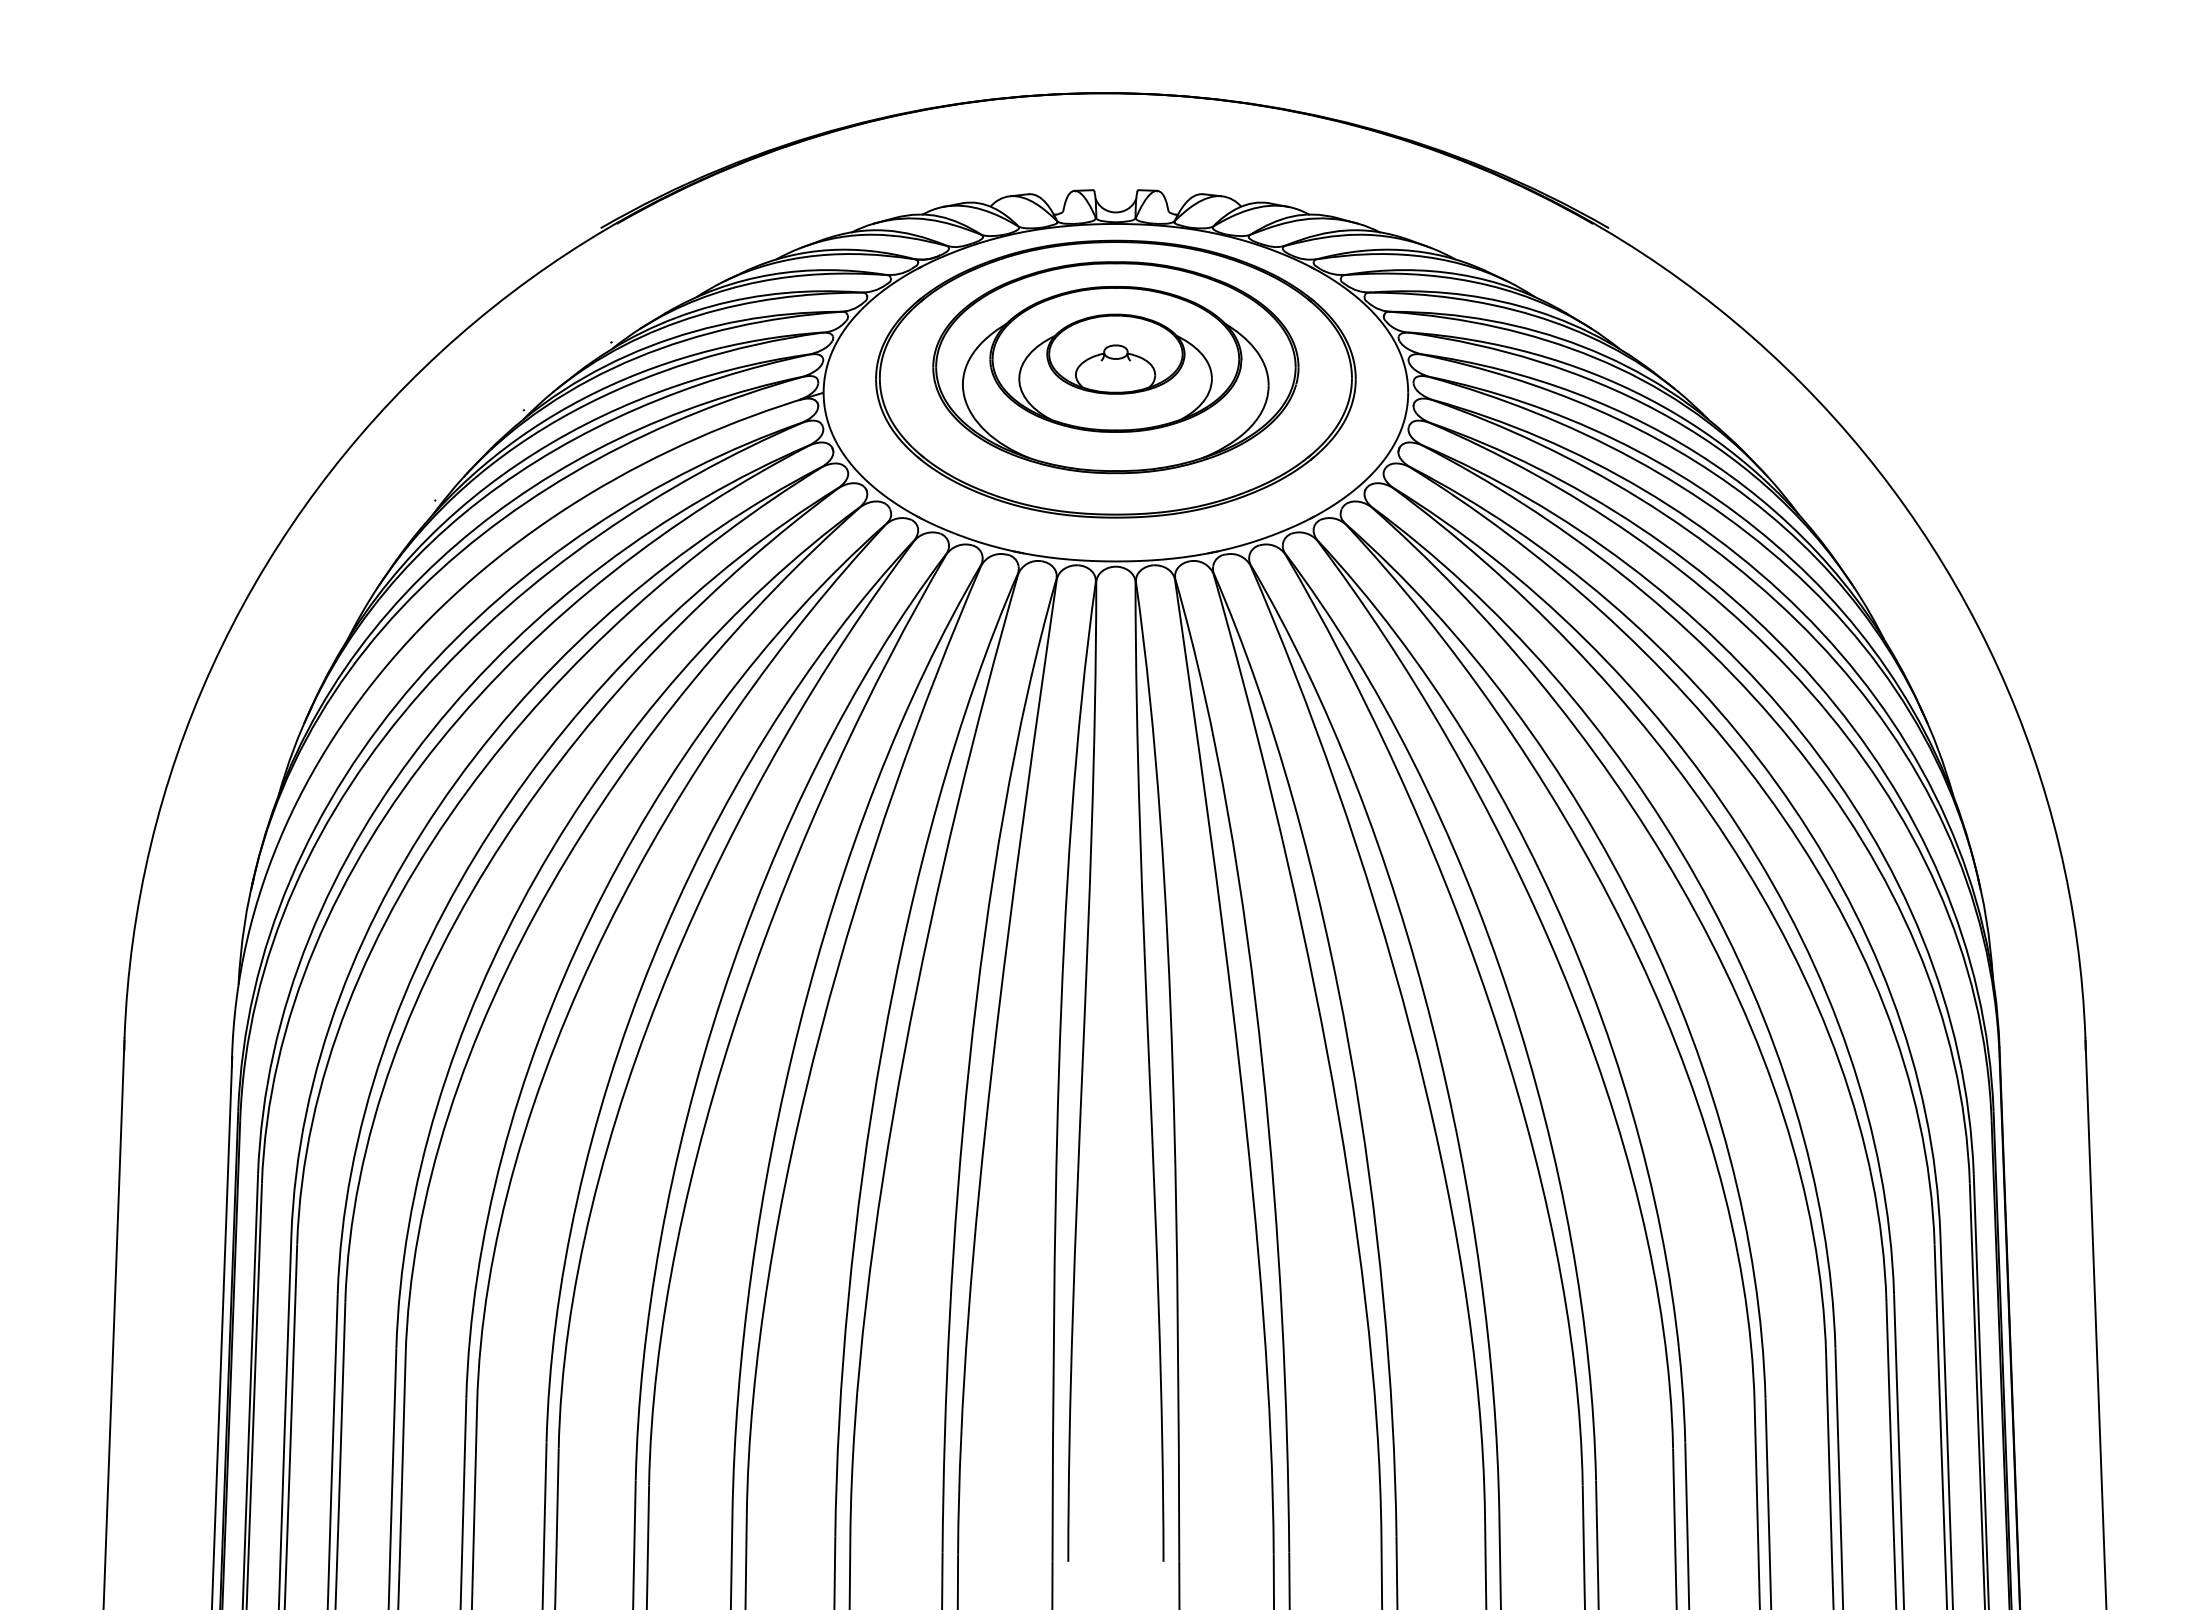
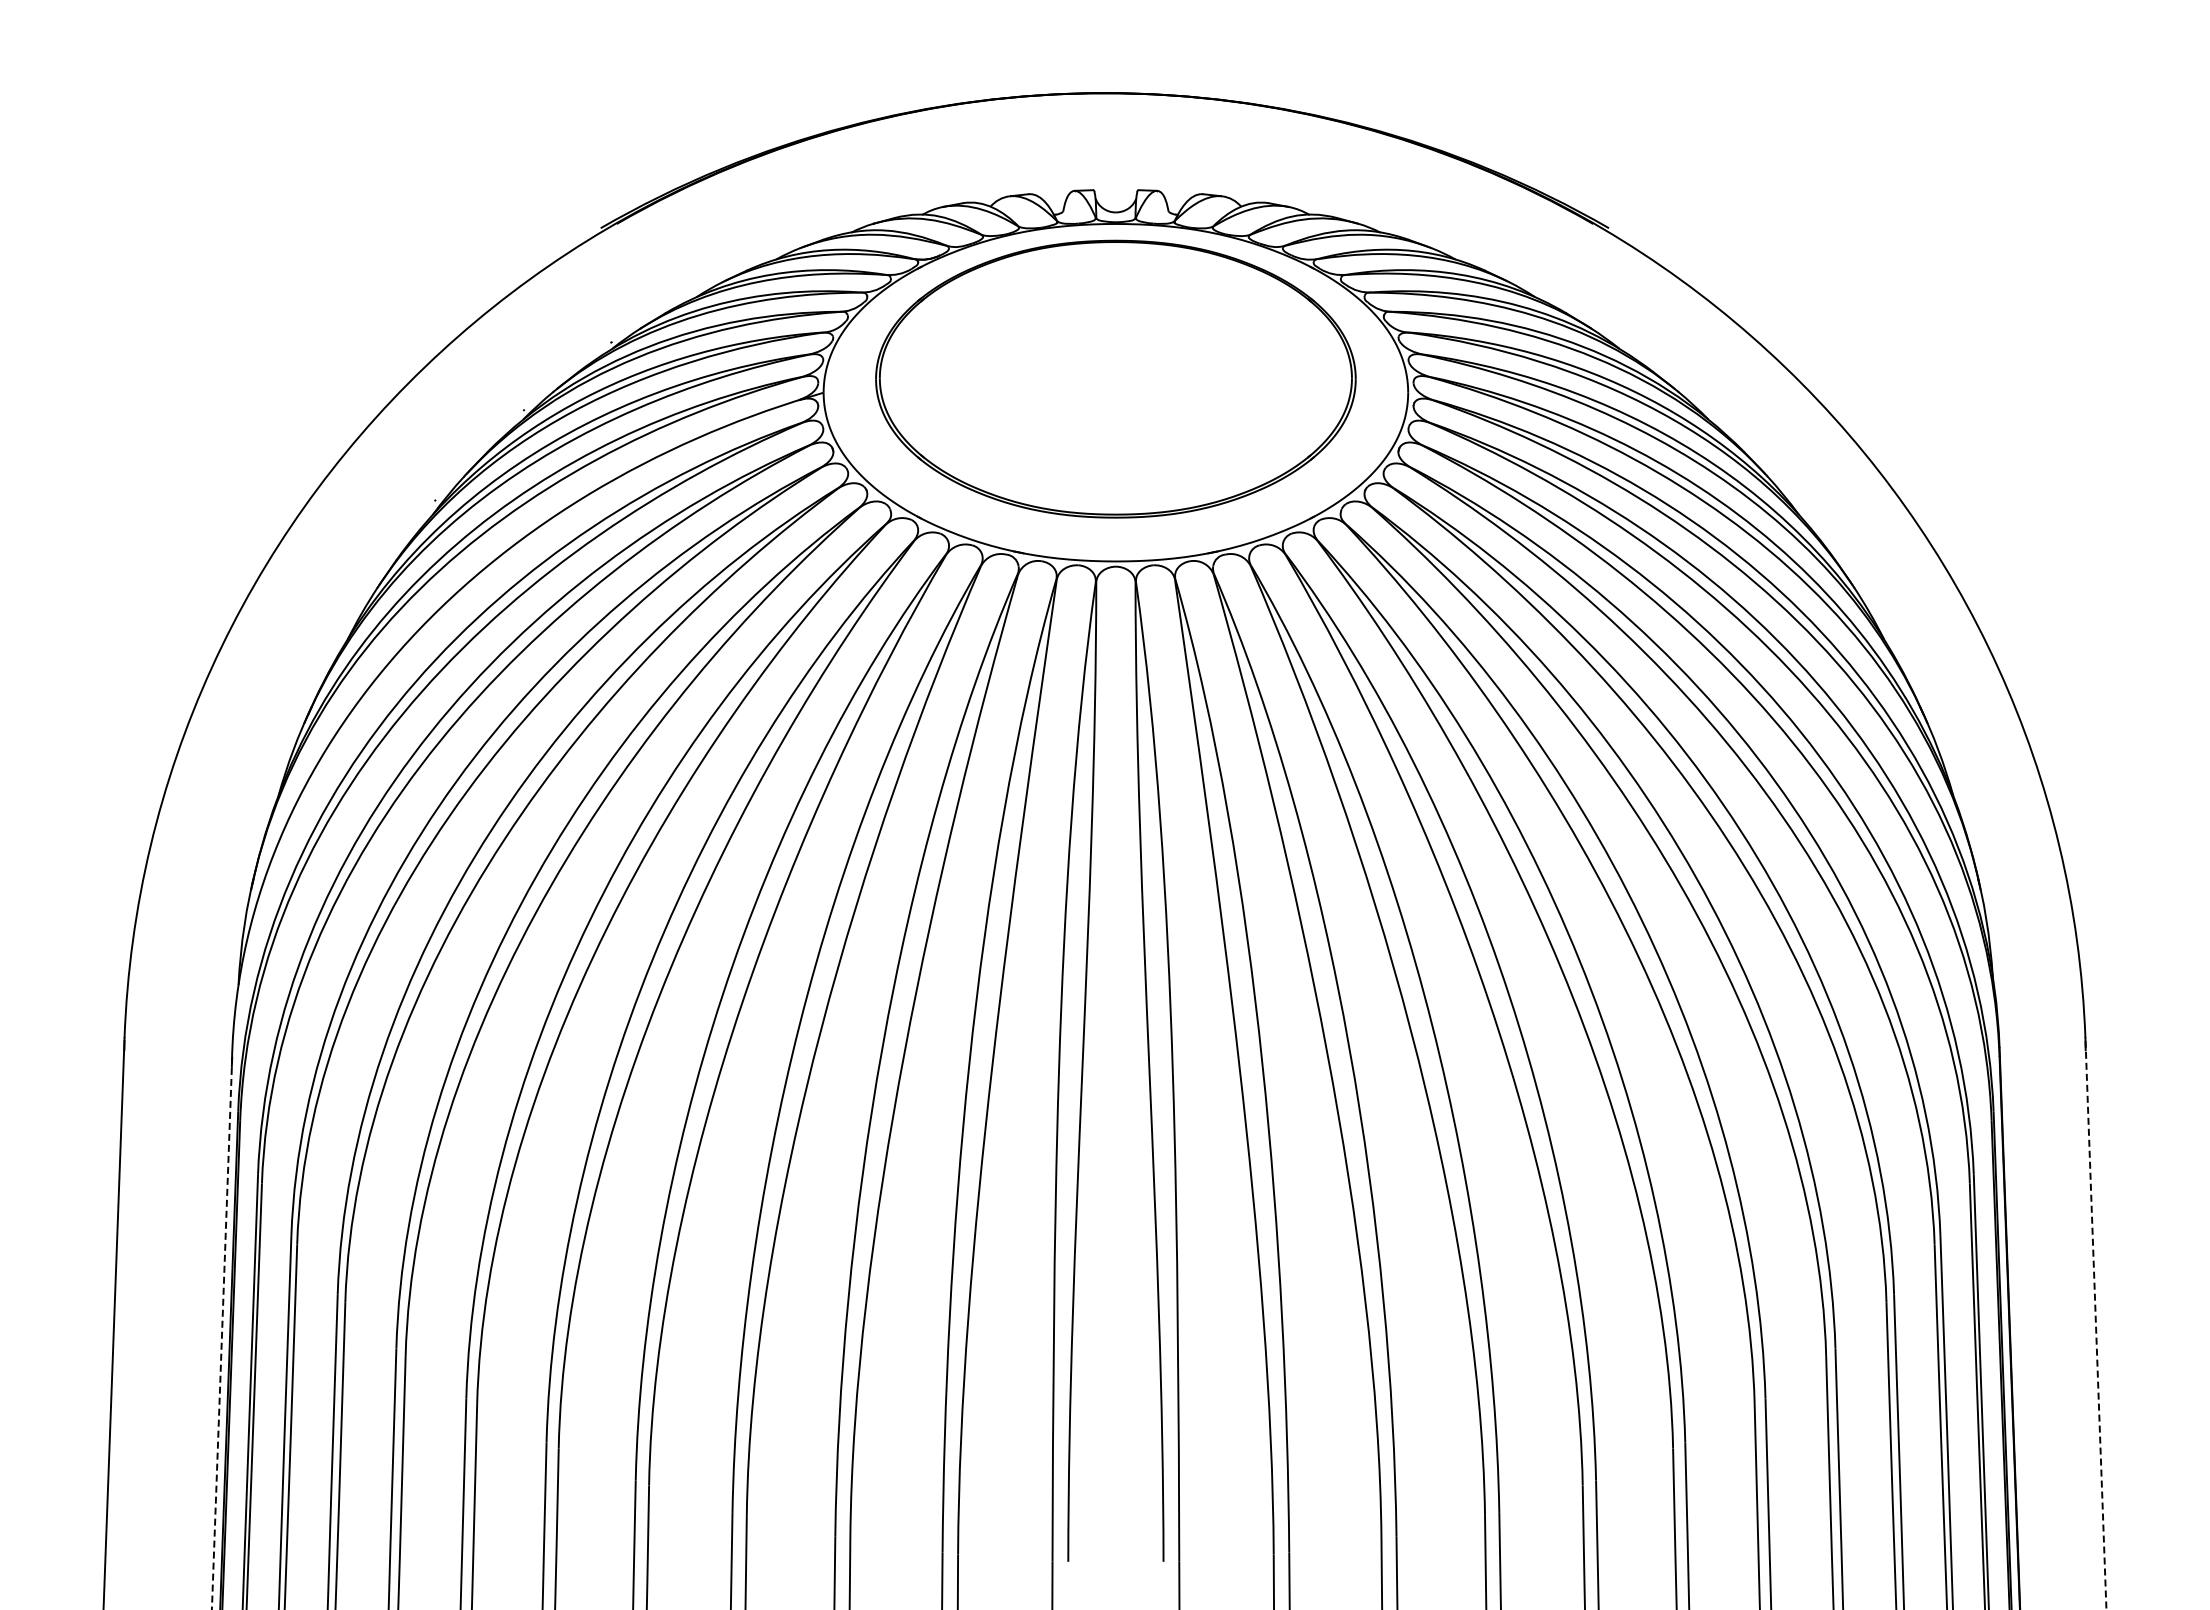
part at (1115, 367): present -> none
line at (2096, 1325): solid -> dashed
line at (222, 1333): solid -> dashed
